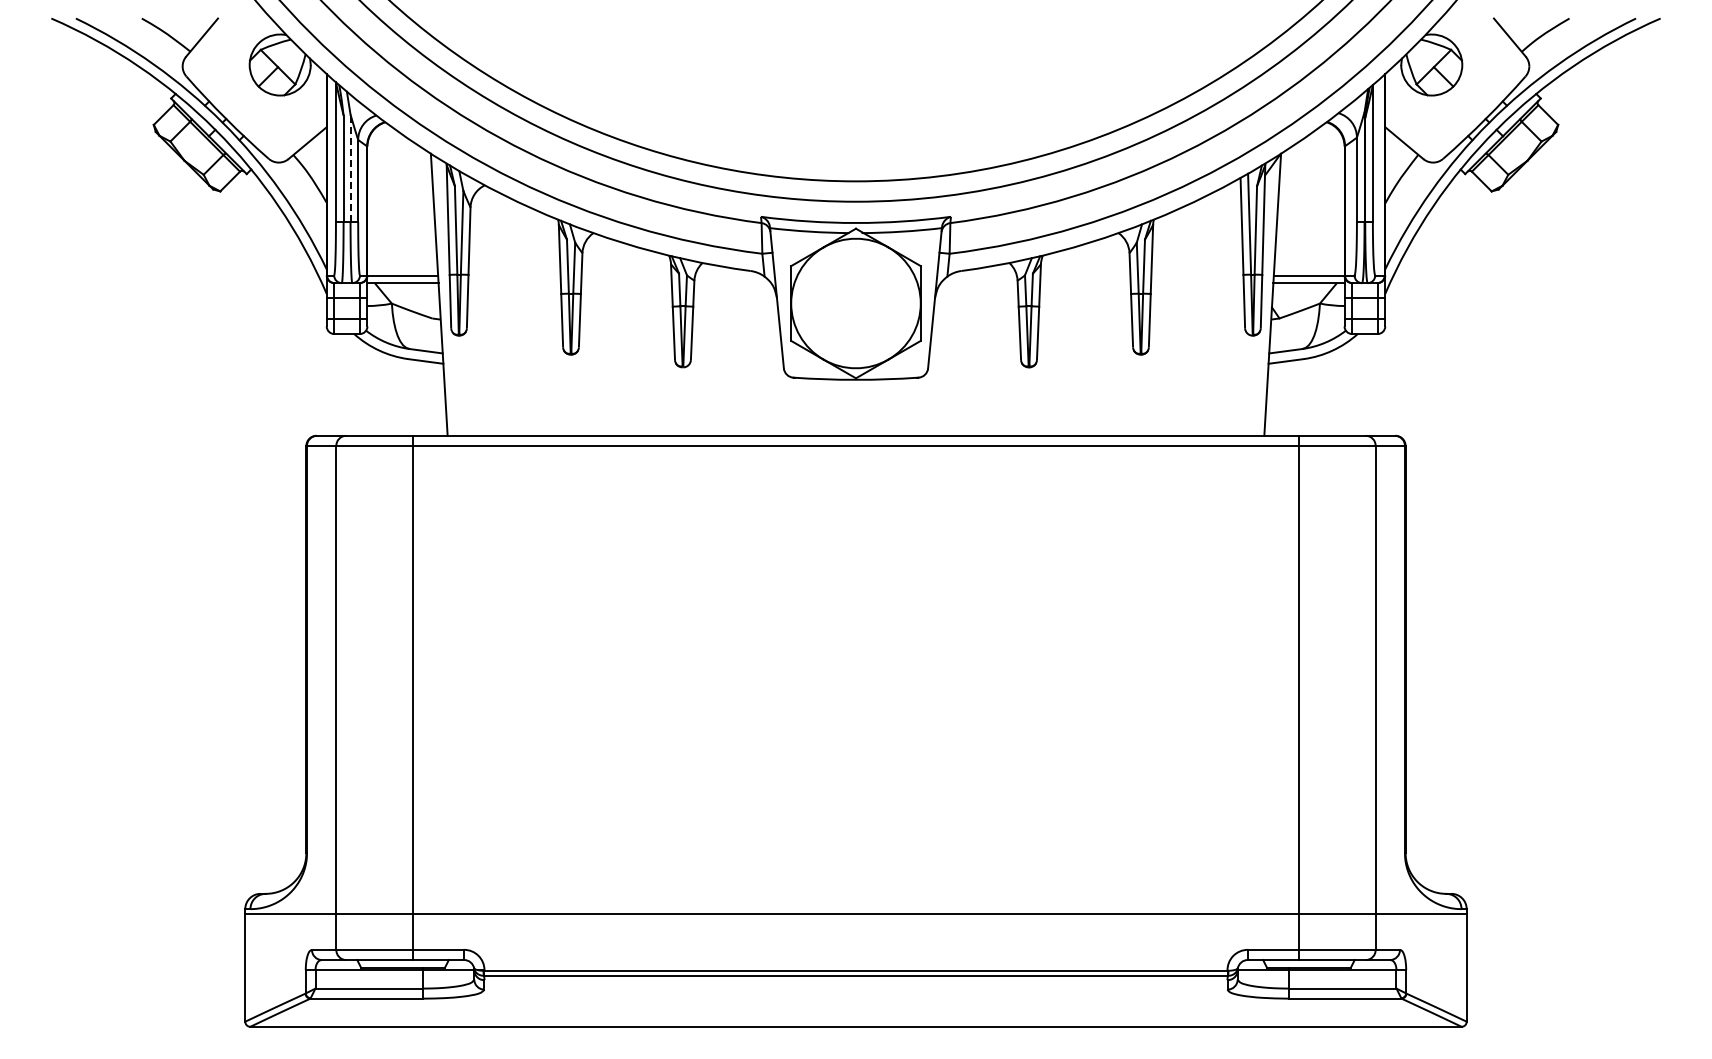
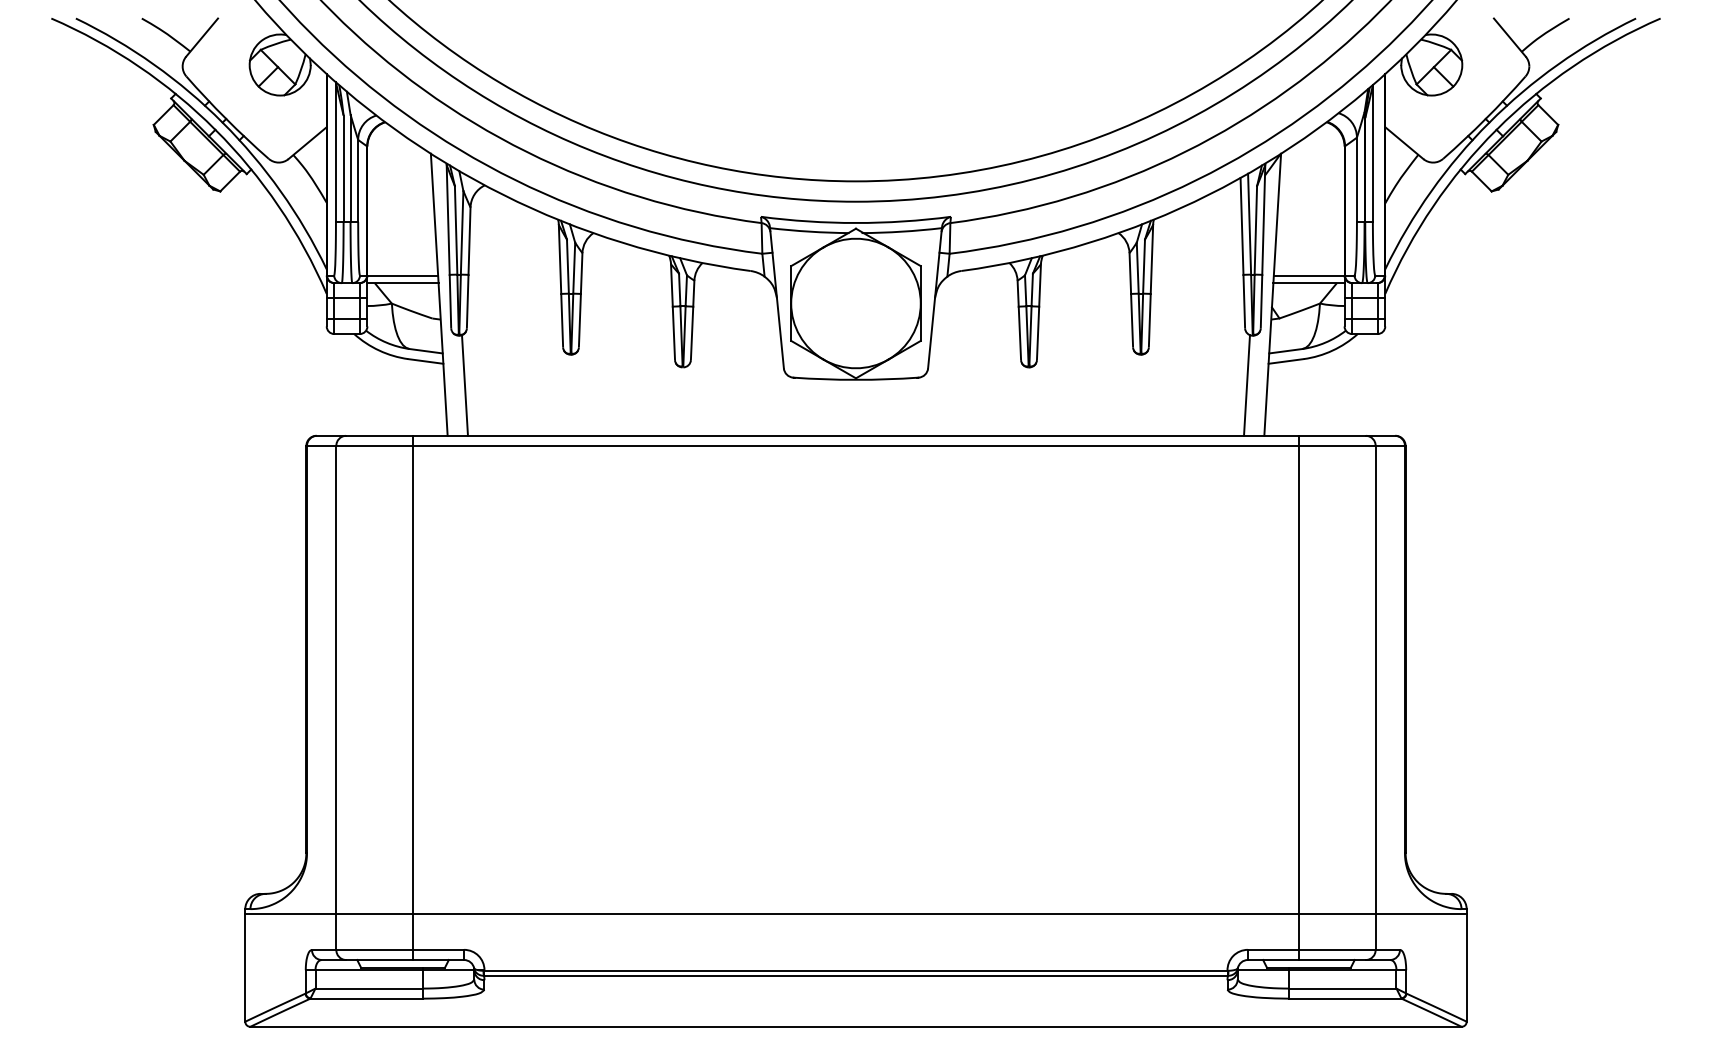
line at (350, 168): dashed -> solid
line at (464, 385): none -> present
line at (1246, 385): none -> present
